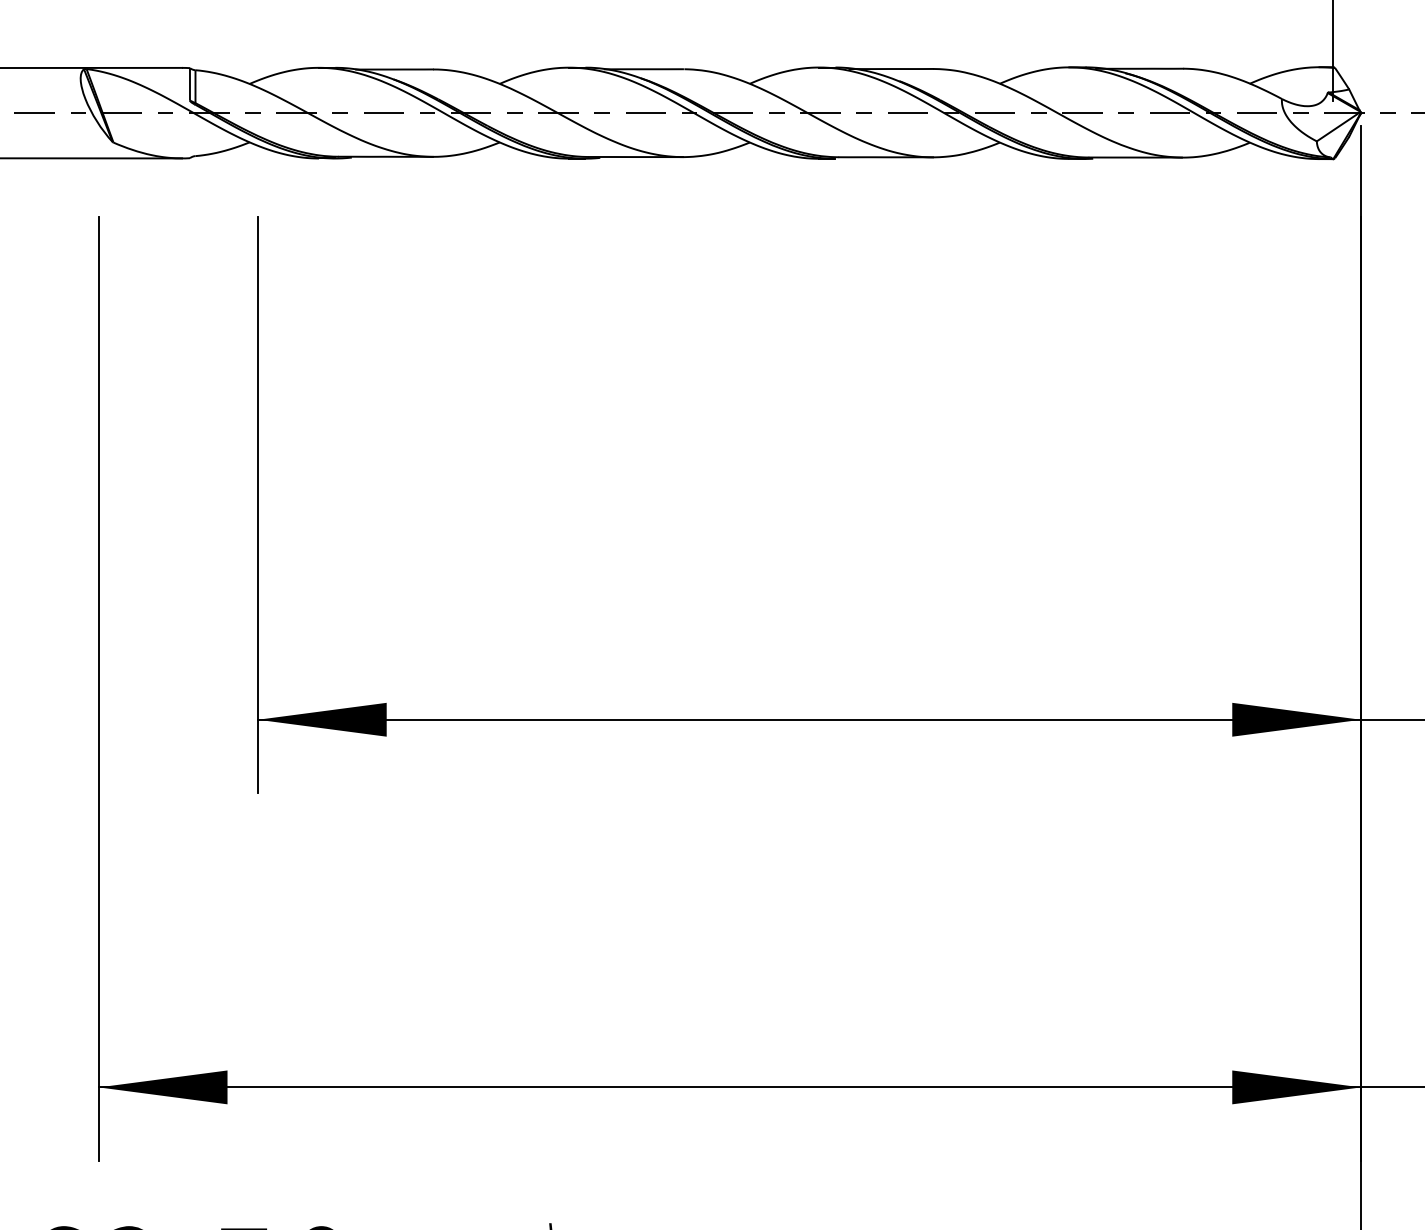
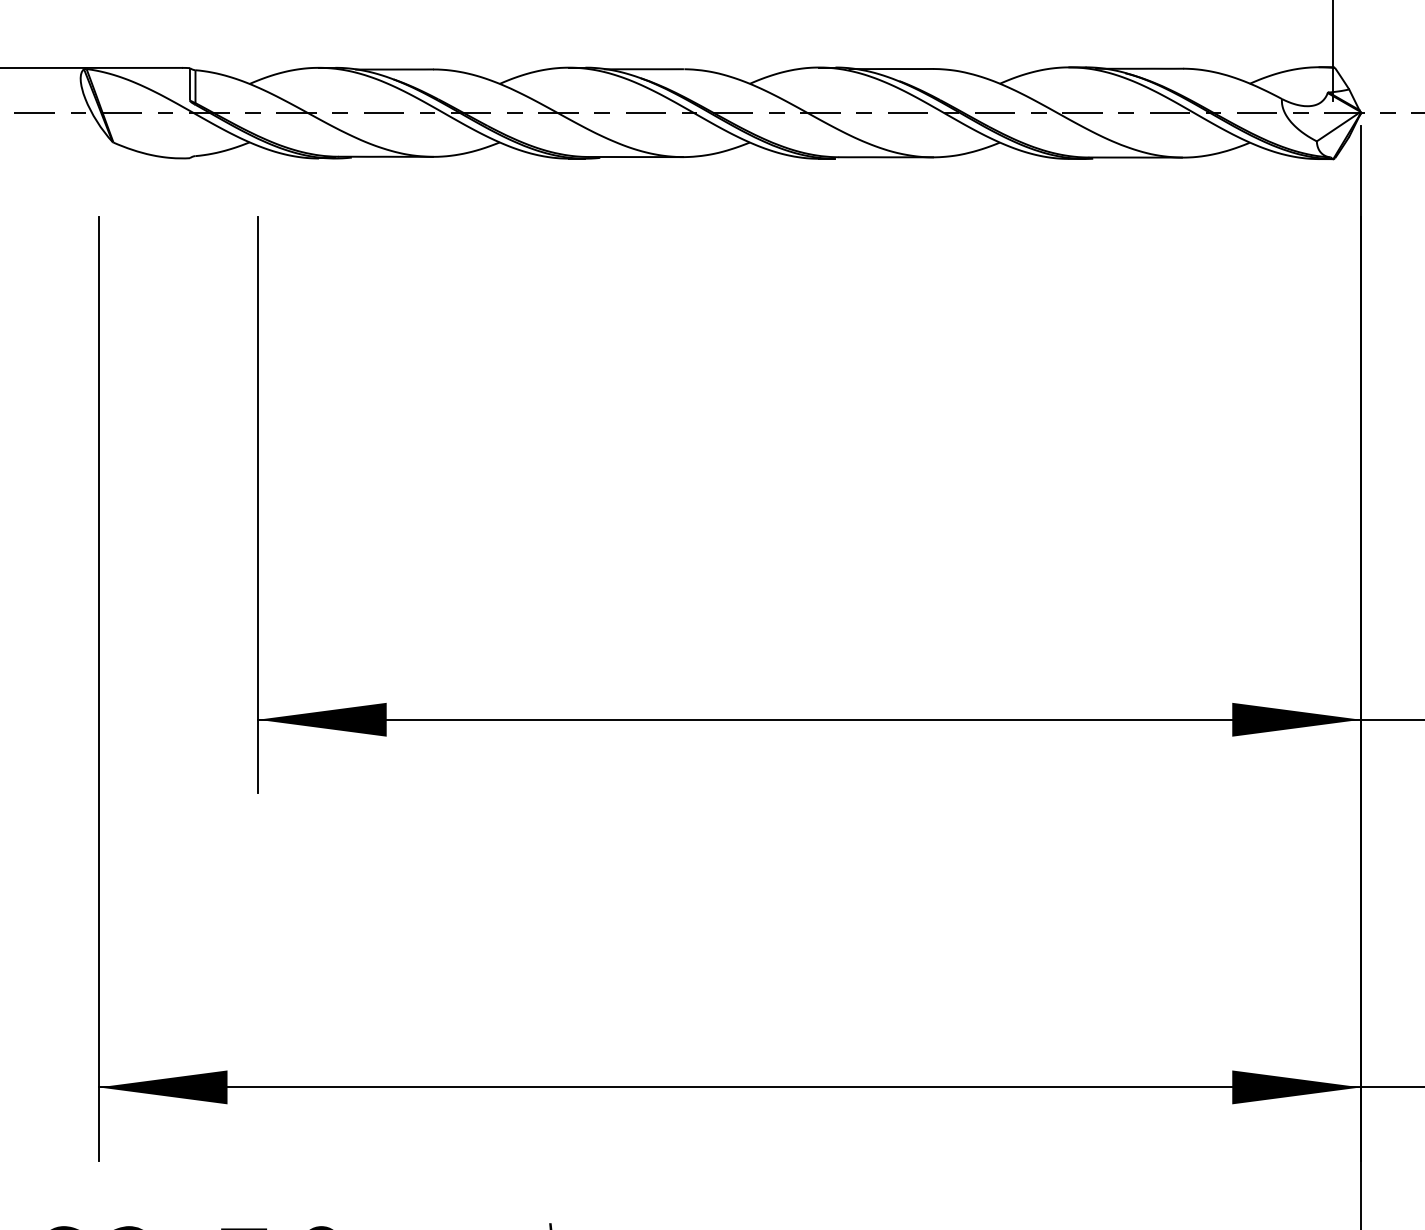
line at (92, 158): present -> none
